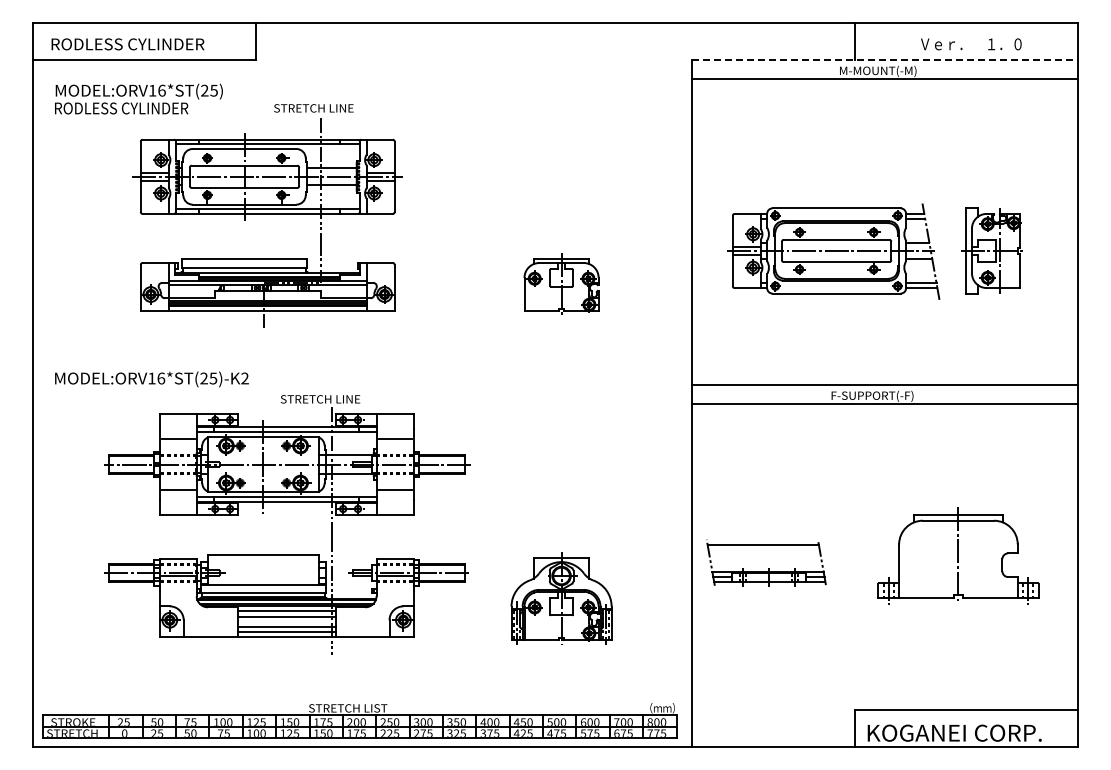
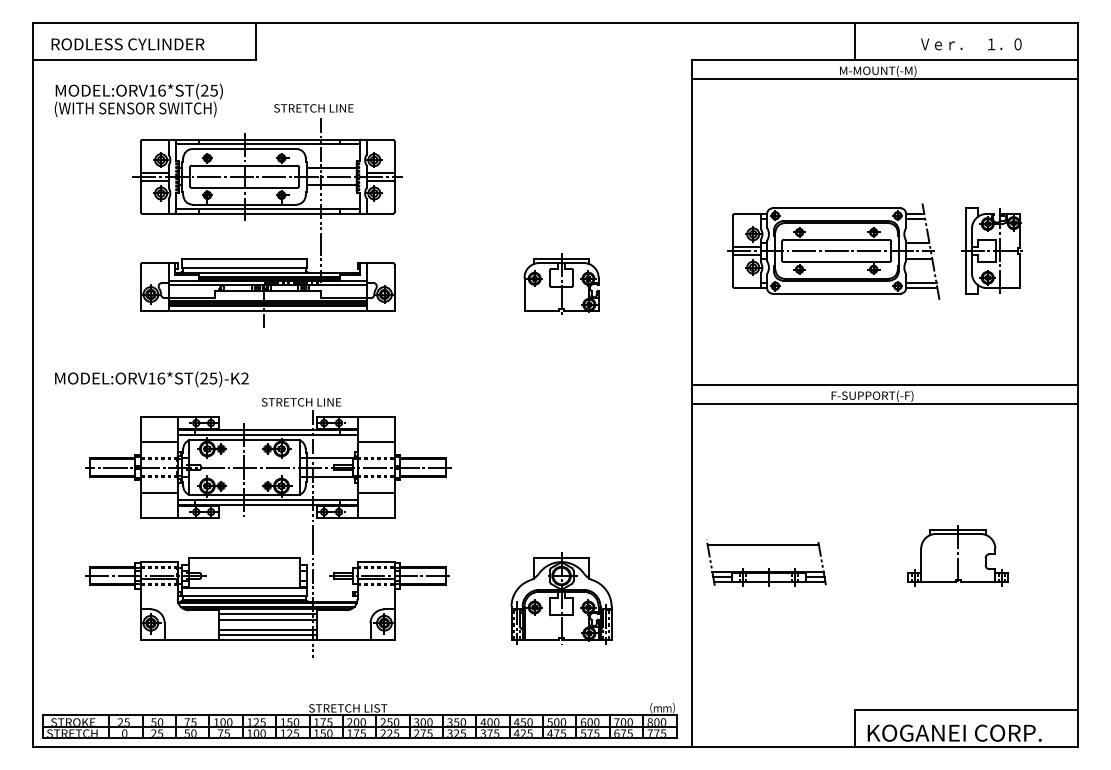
line at (885, 60): dashed -> solid
text at (135, 109): RODLESS CYLINDER -> (WITH SENSOR SWITCH)
part at (287, 502) position: (287, 502) -> (268, 505)
part at (958, 555) size: 163x98 px -> 102x62 px
